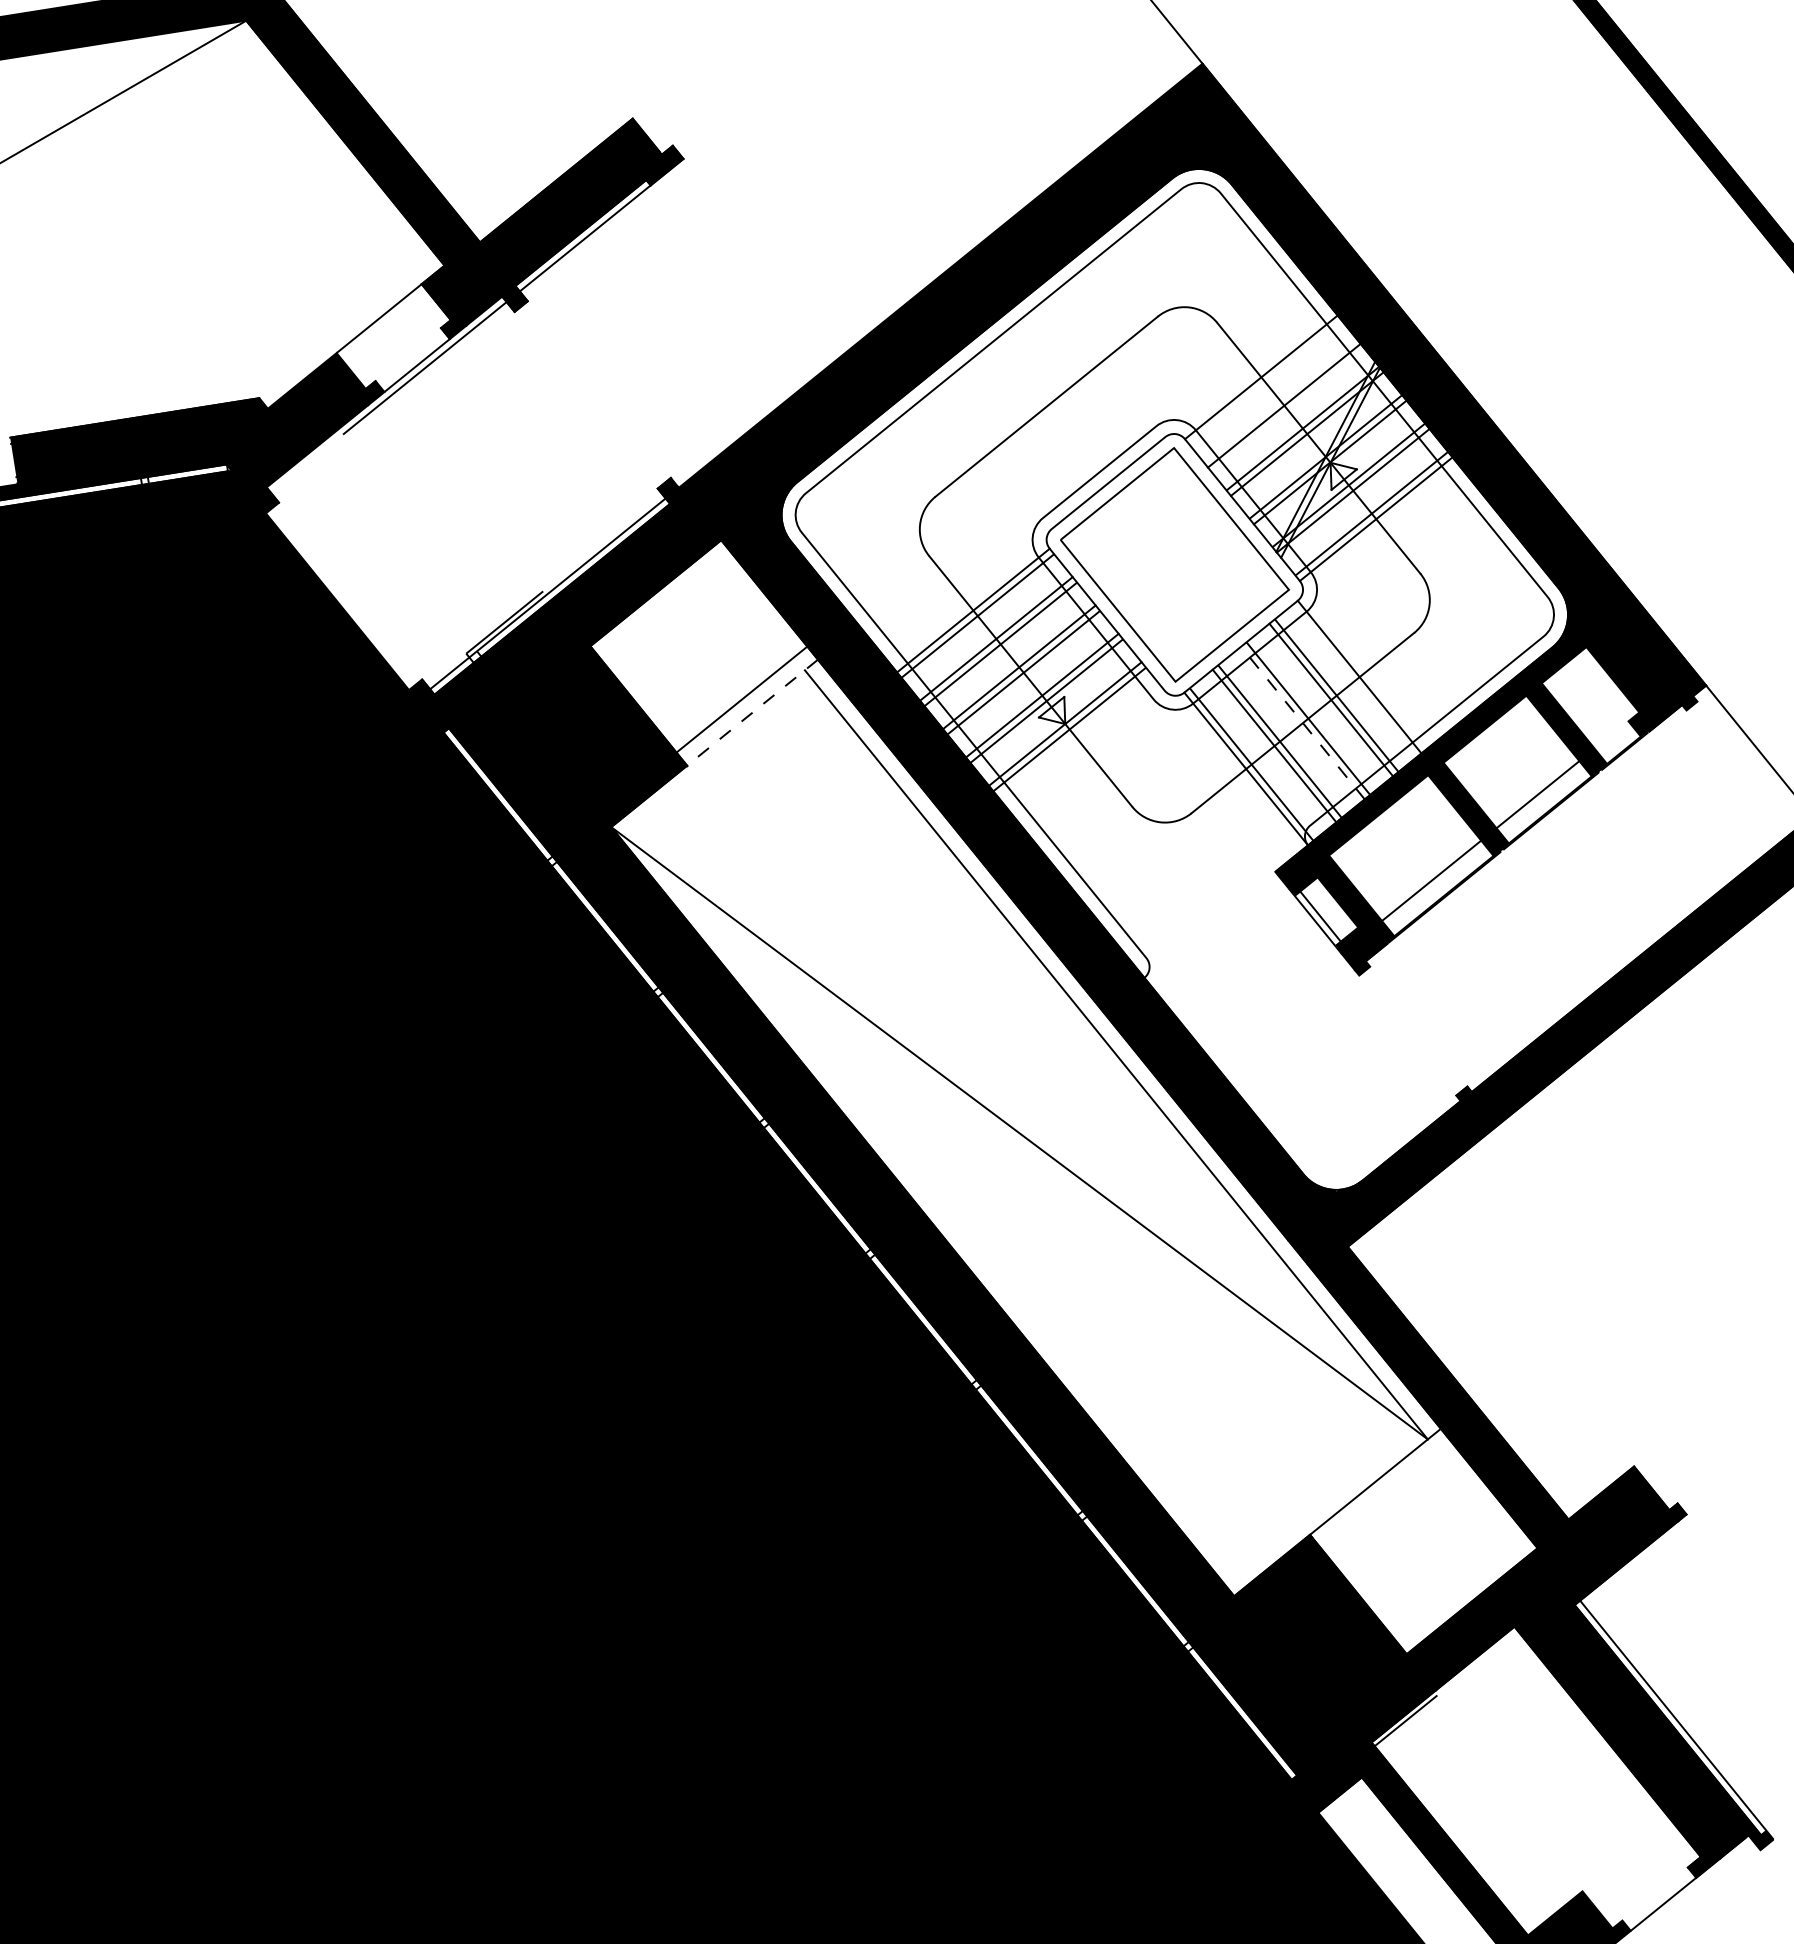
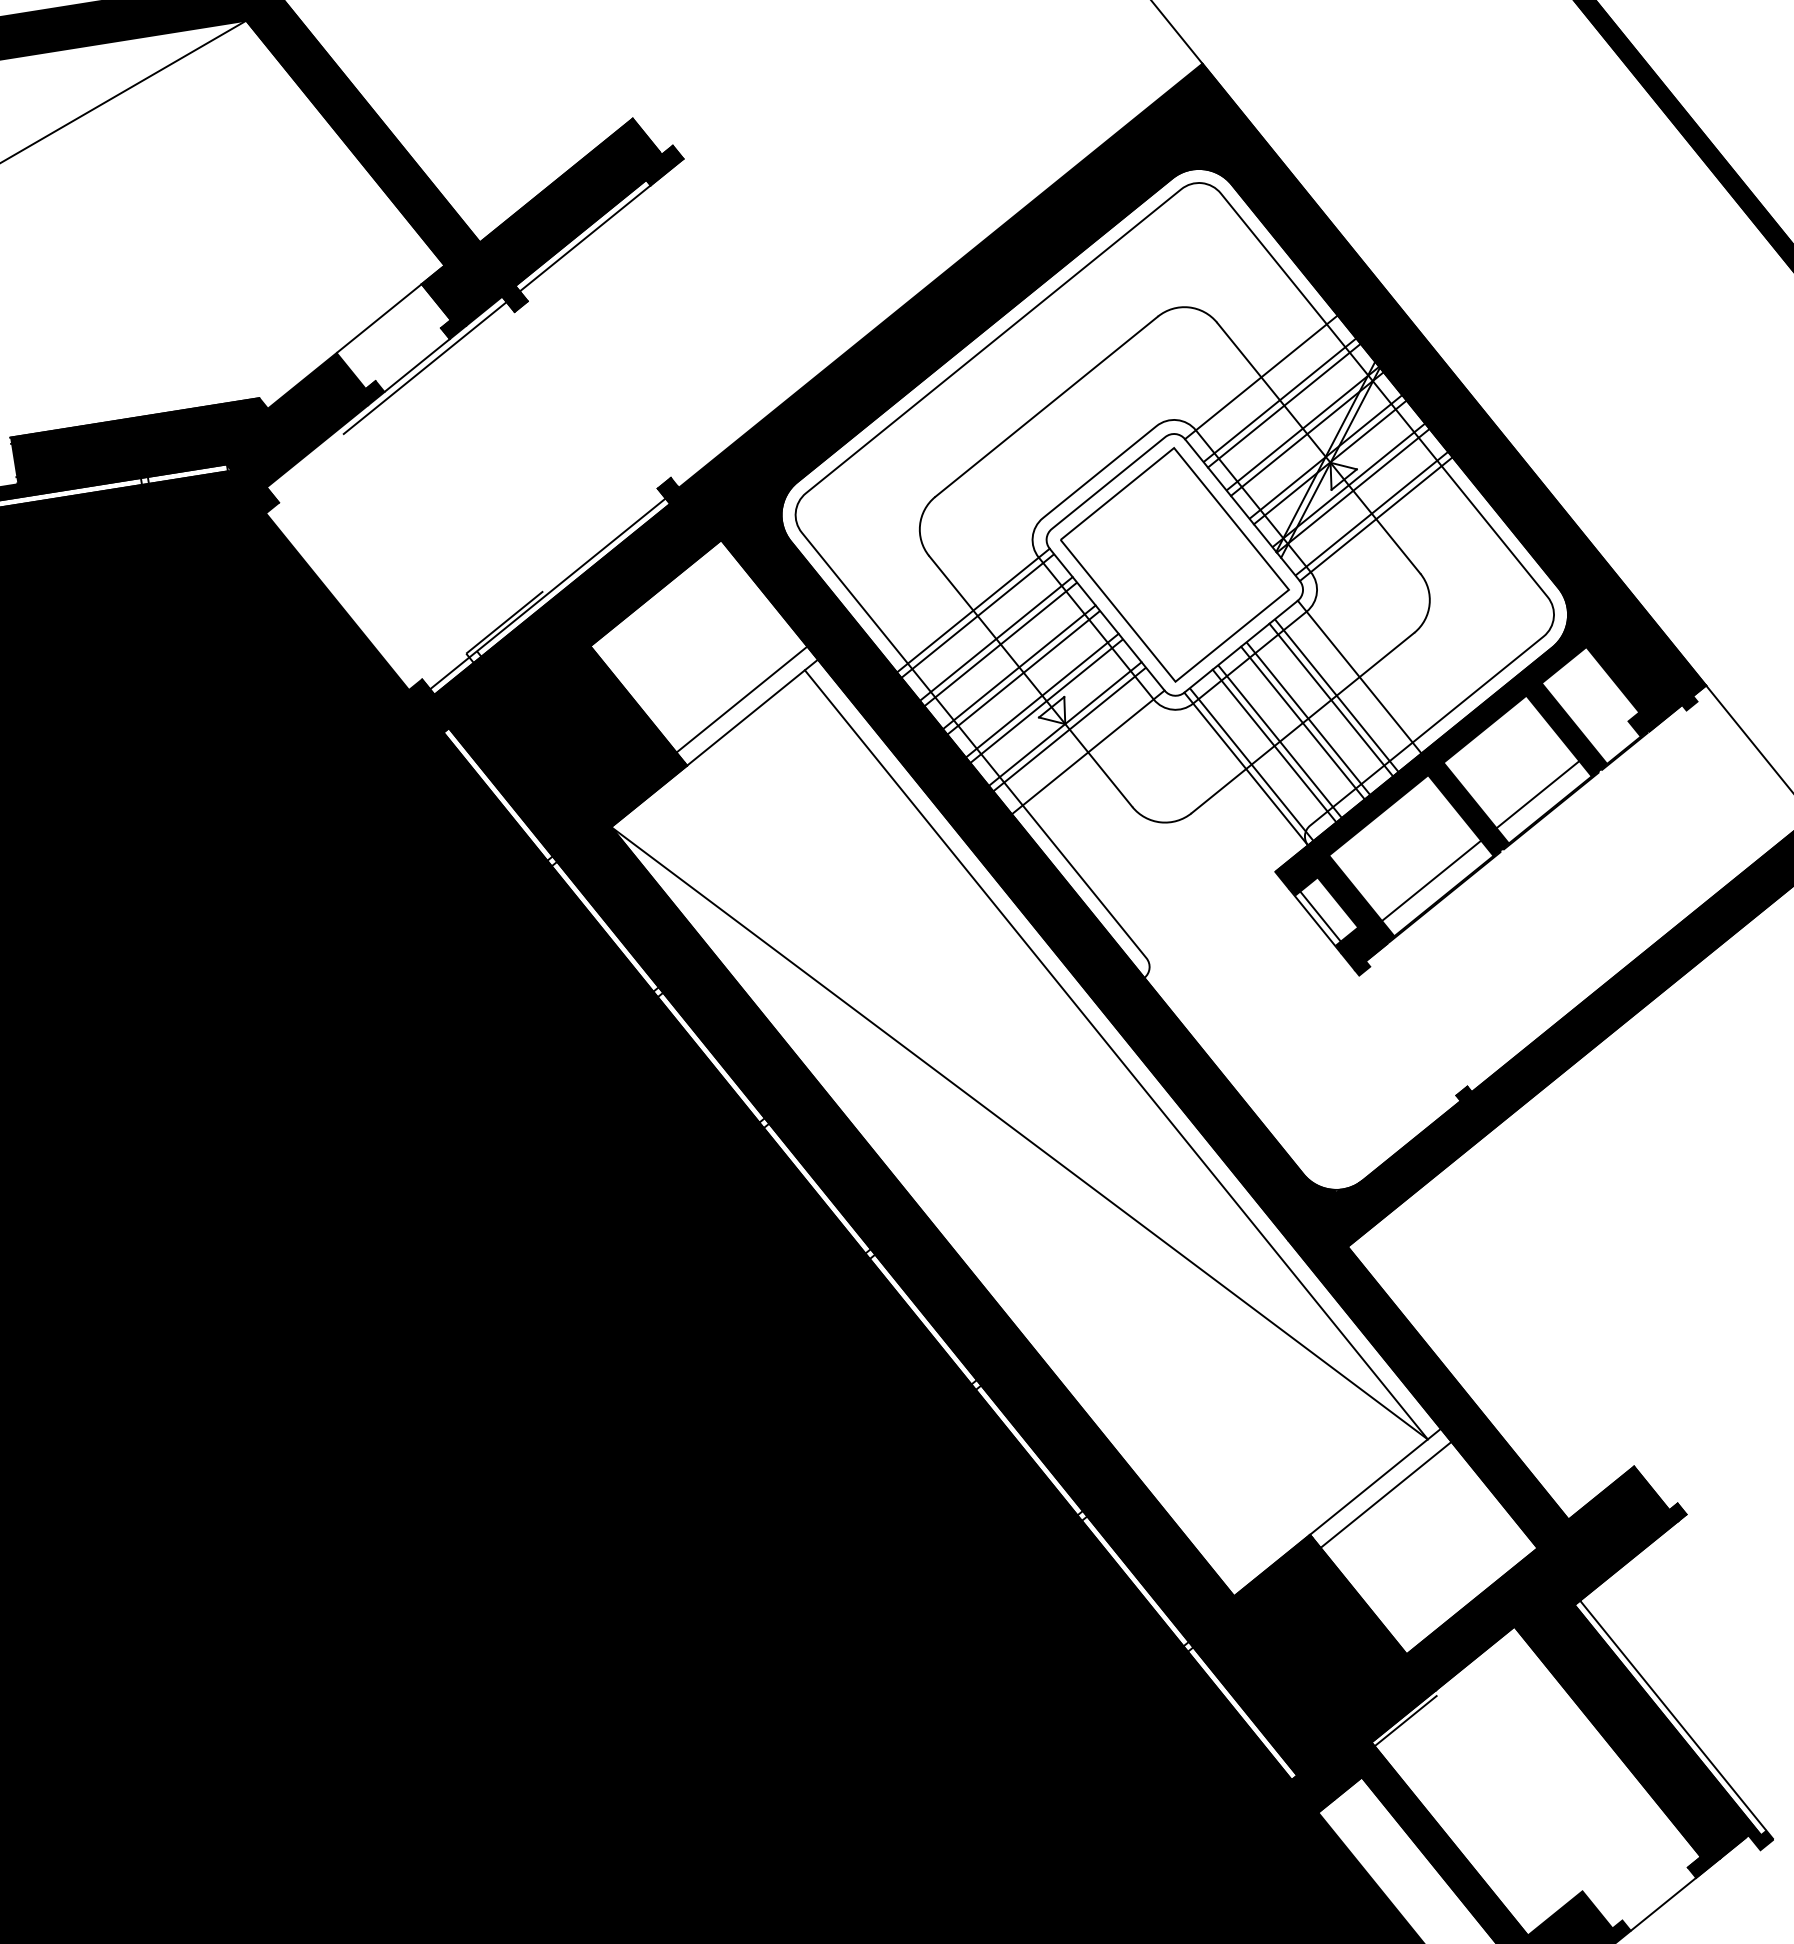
line at (1279, 400): none -> present
line at (752, 713): dashed -> solid
line at (1302, 722): dashed -> solid
line at (1087, 752): none -> present
line at (1385, 1494): none -> present
